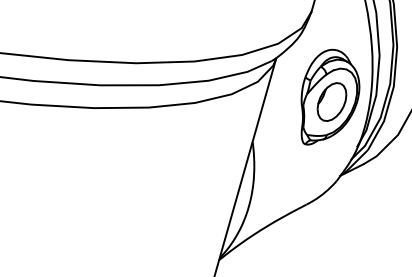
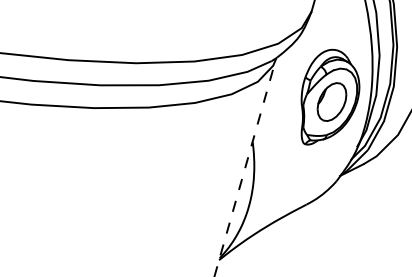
line at (245, 166): solid -> dashed
